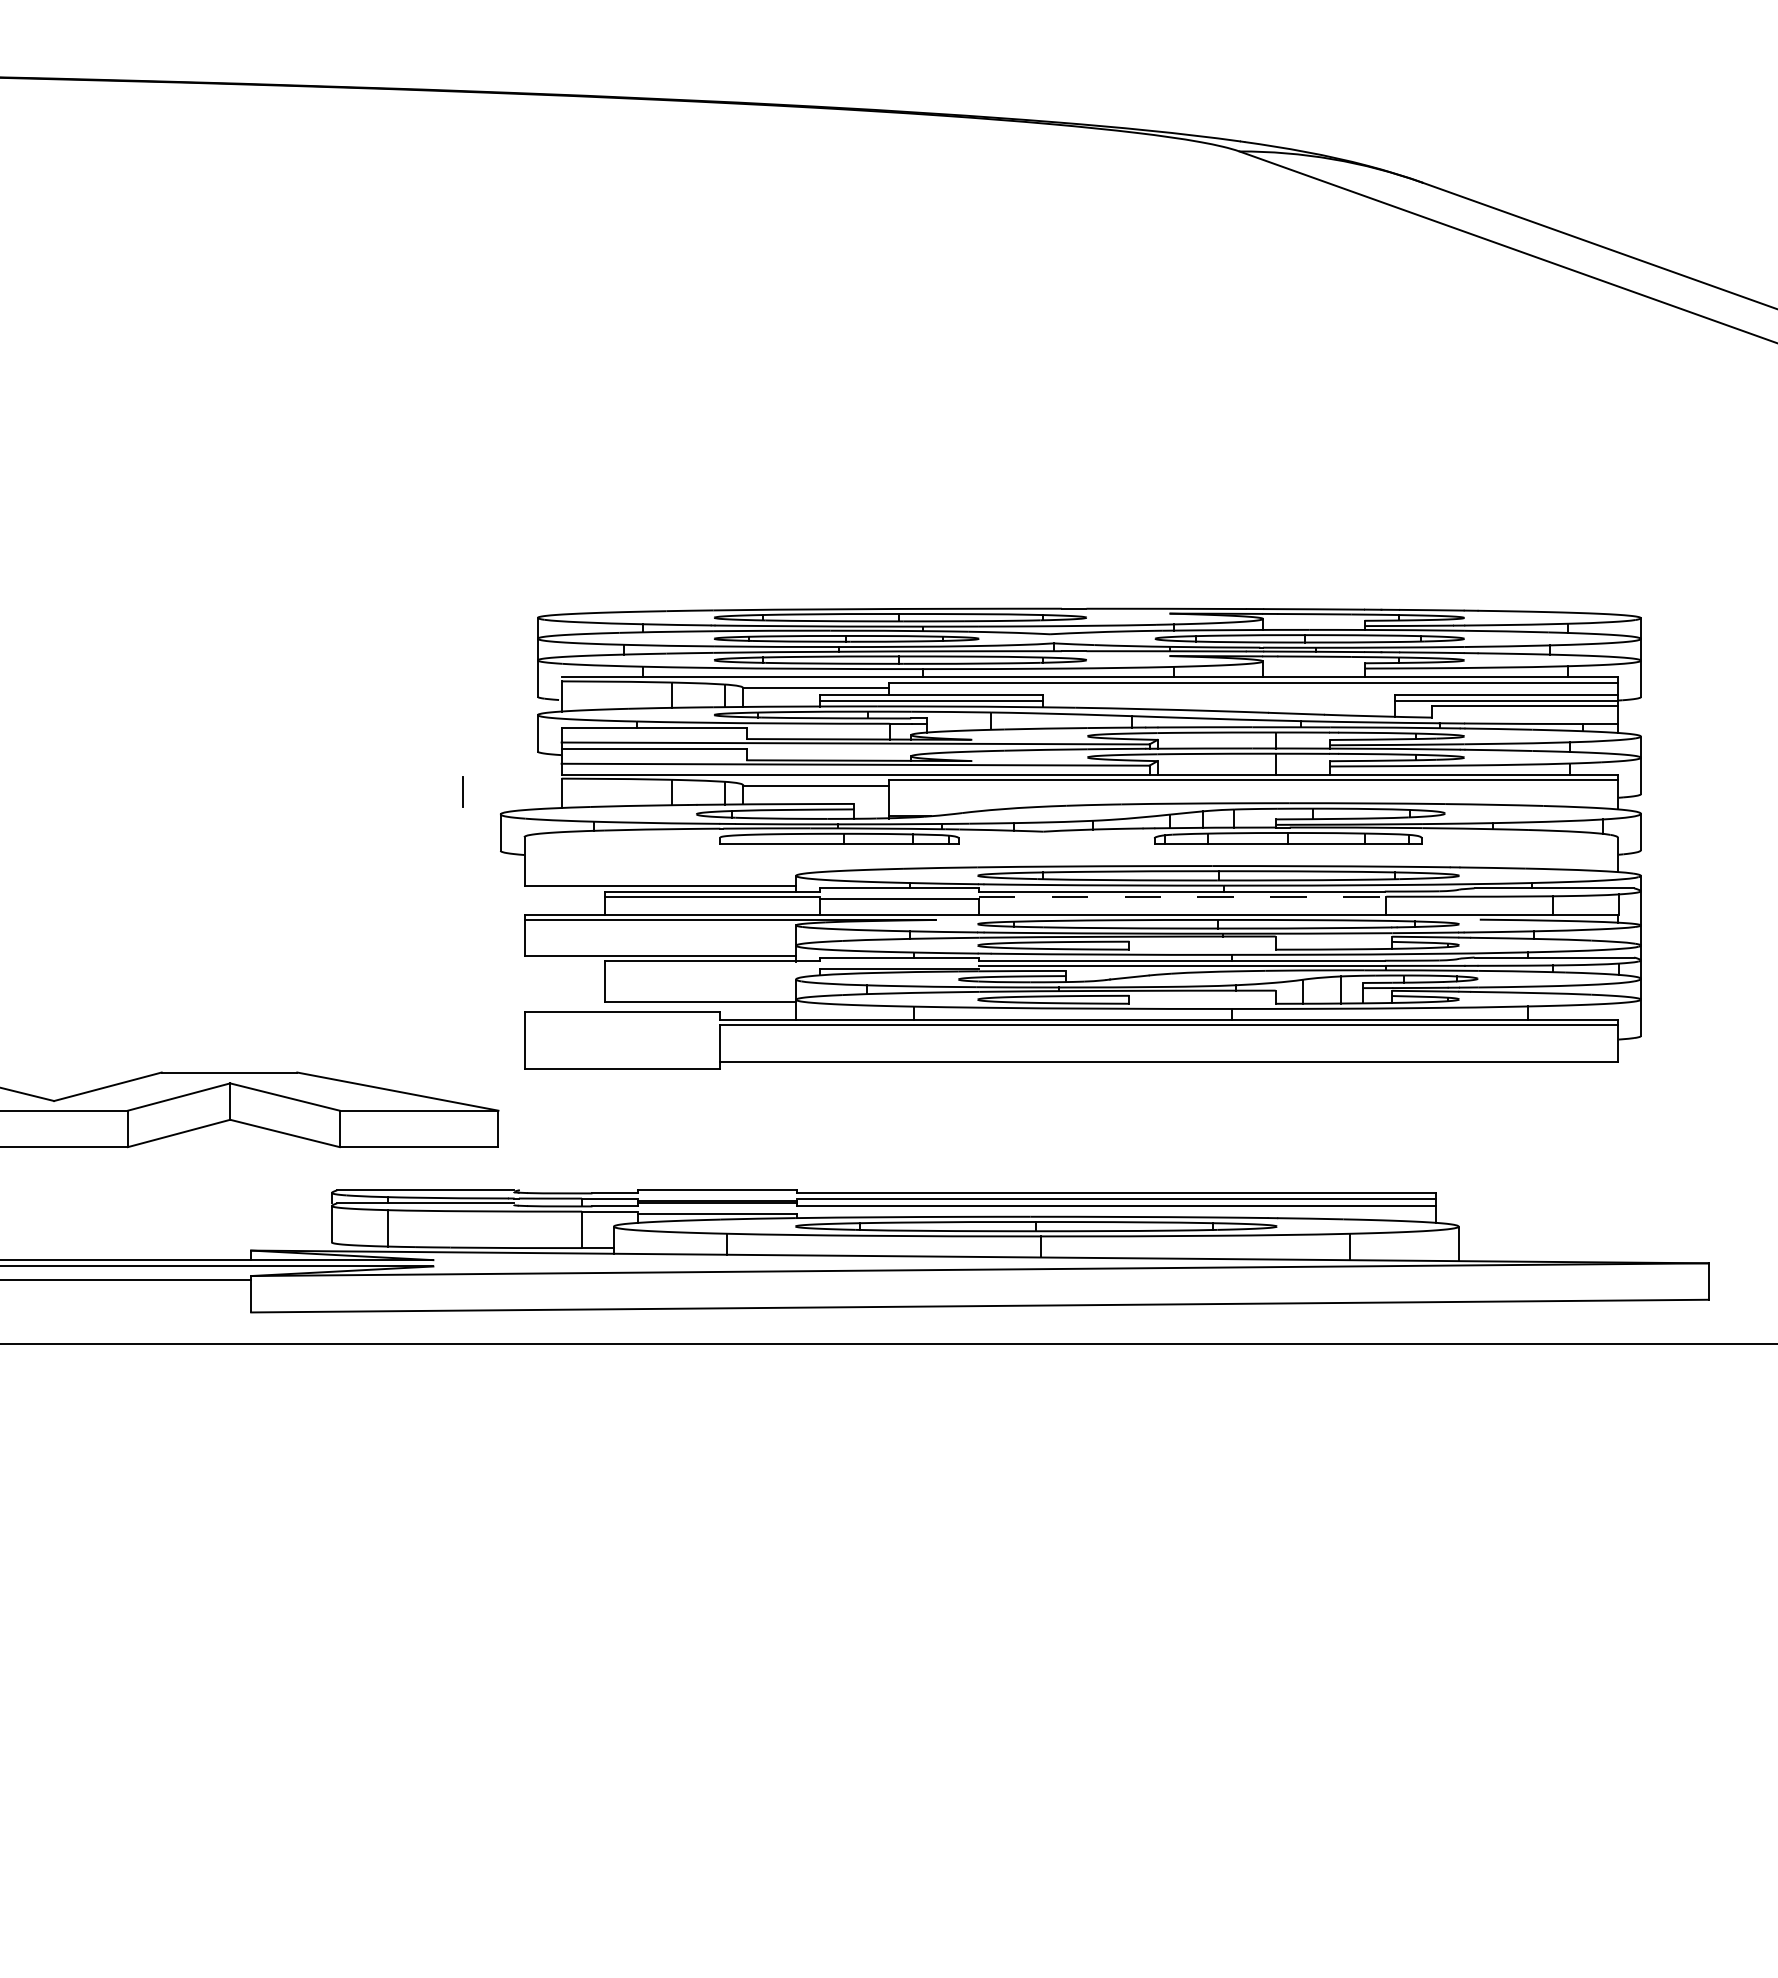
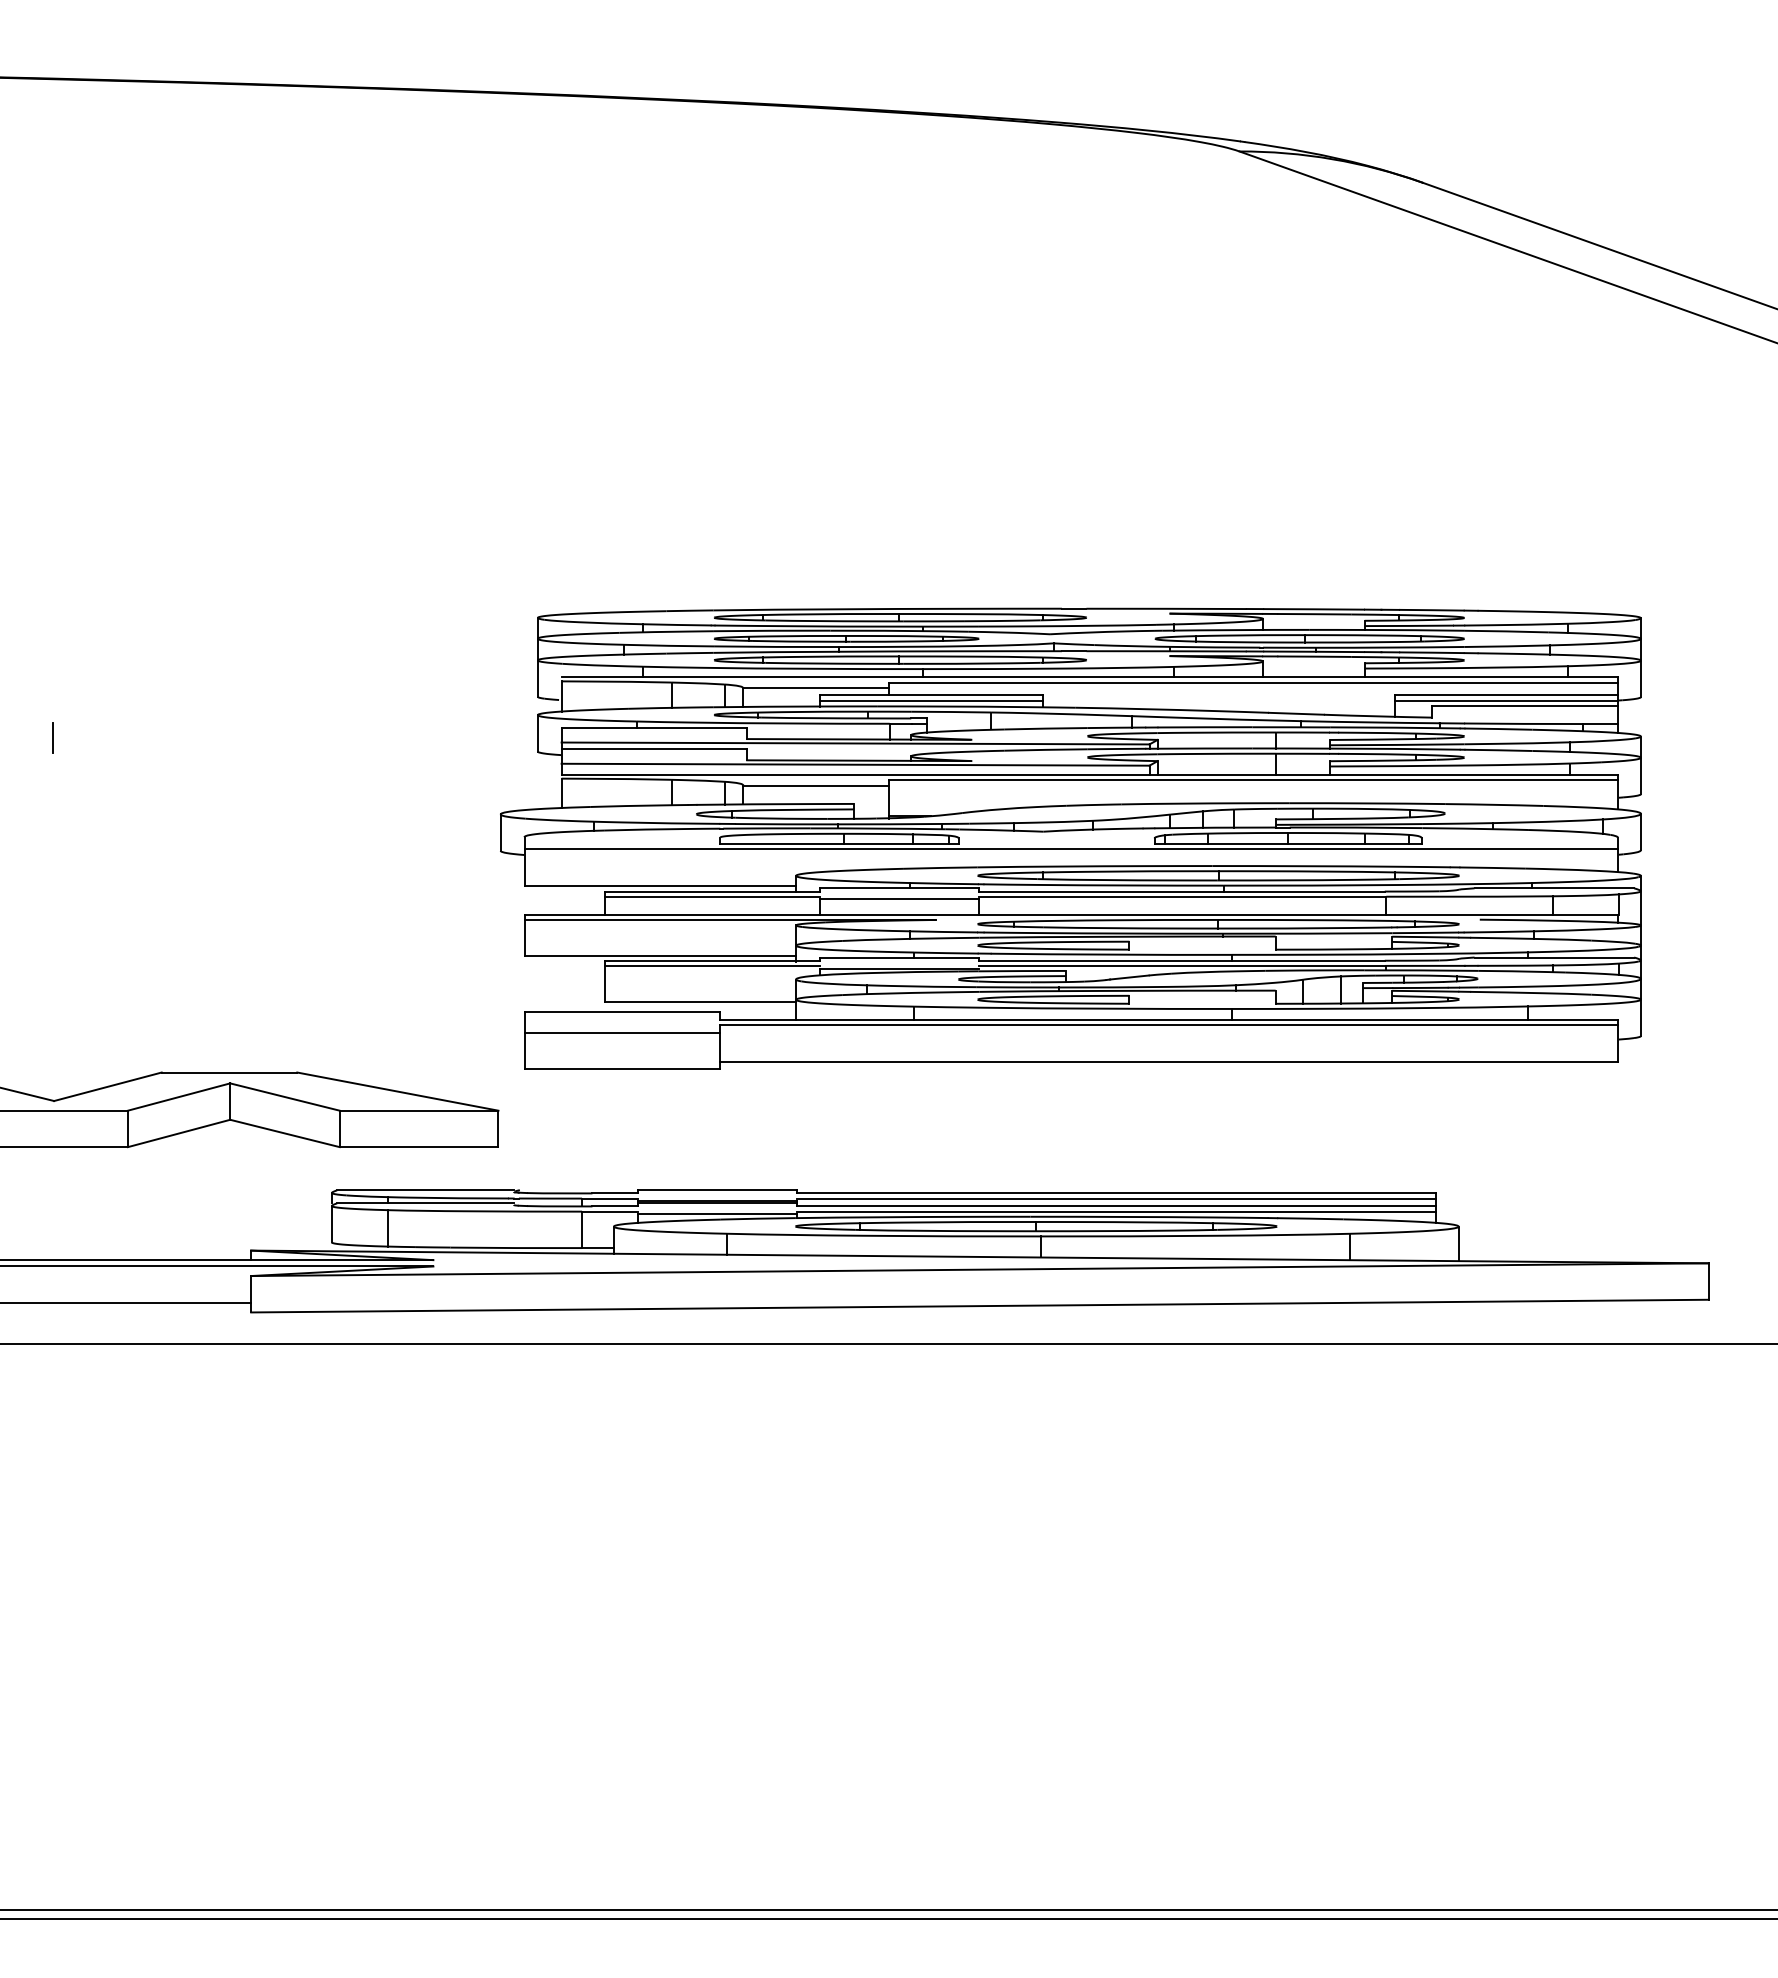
line at (462, 791) position: (462, 791) -> (52, 737)
line at (1070, 849): none -> present
line at (1182, 896): dashed -> solid
line at (712, 965): none -> present
line at (622, 1032): none -> present
line at (1115, 1211): none -> present
line at (126, 1279) position: (126, 1279) -> (126, 1302)
line at (888, 1909): none -> present
line at (888, 1918): none -> present
